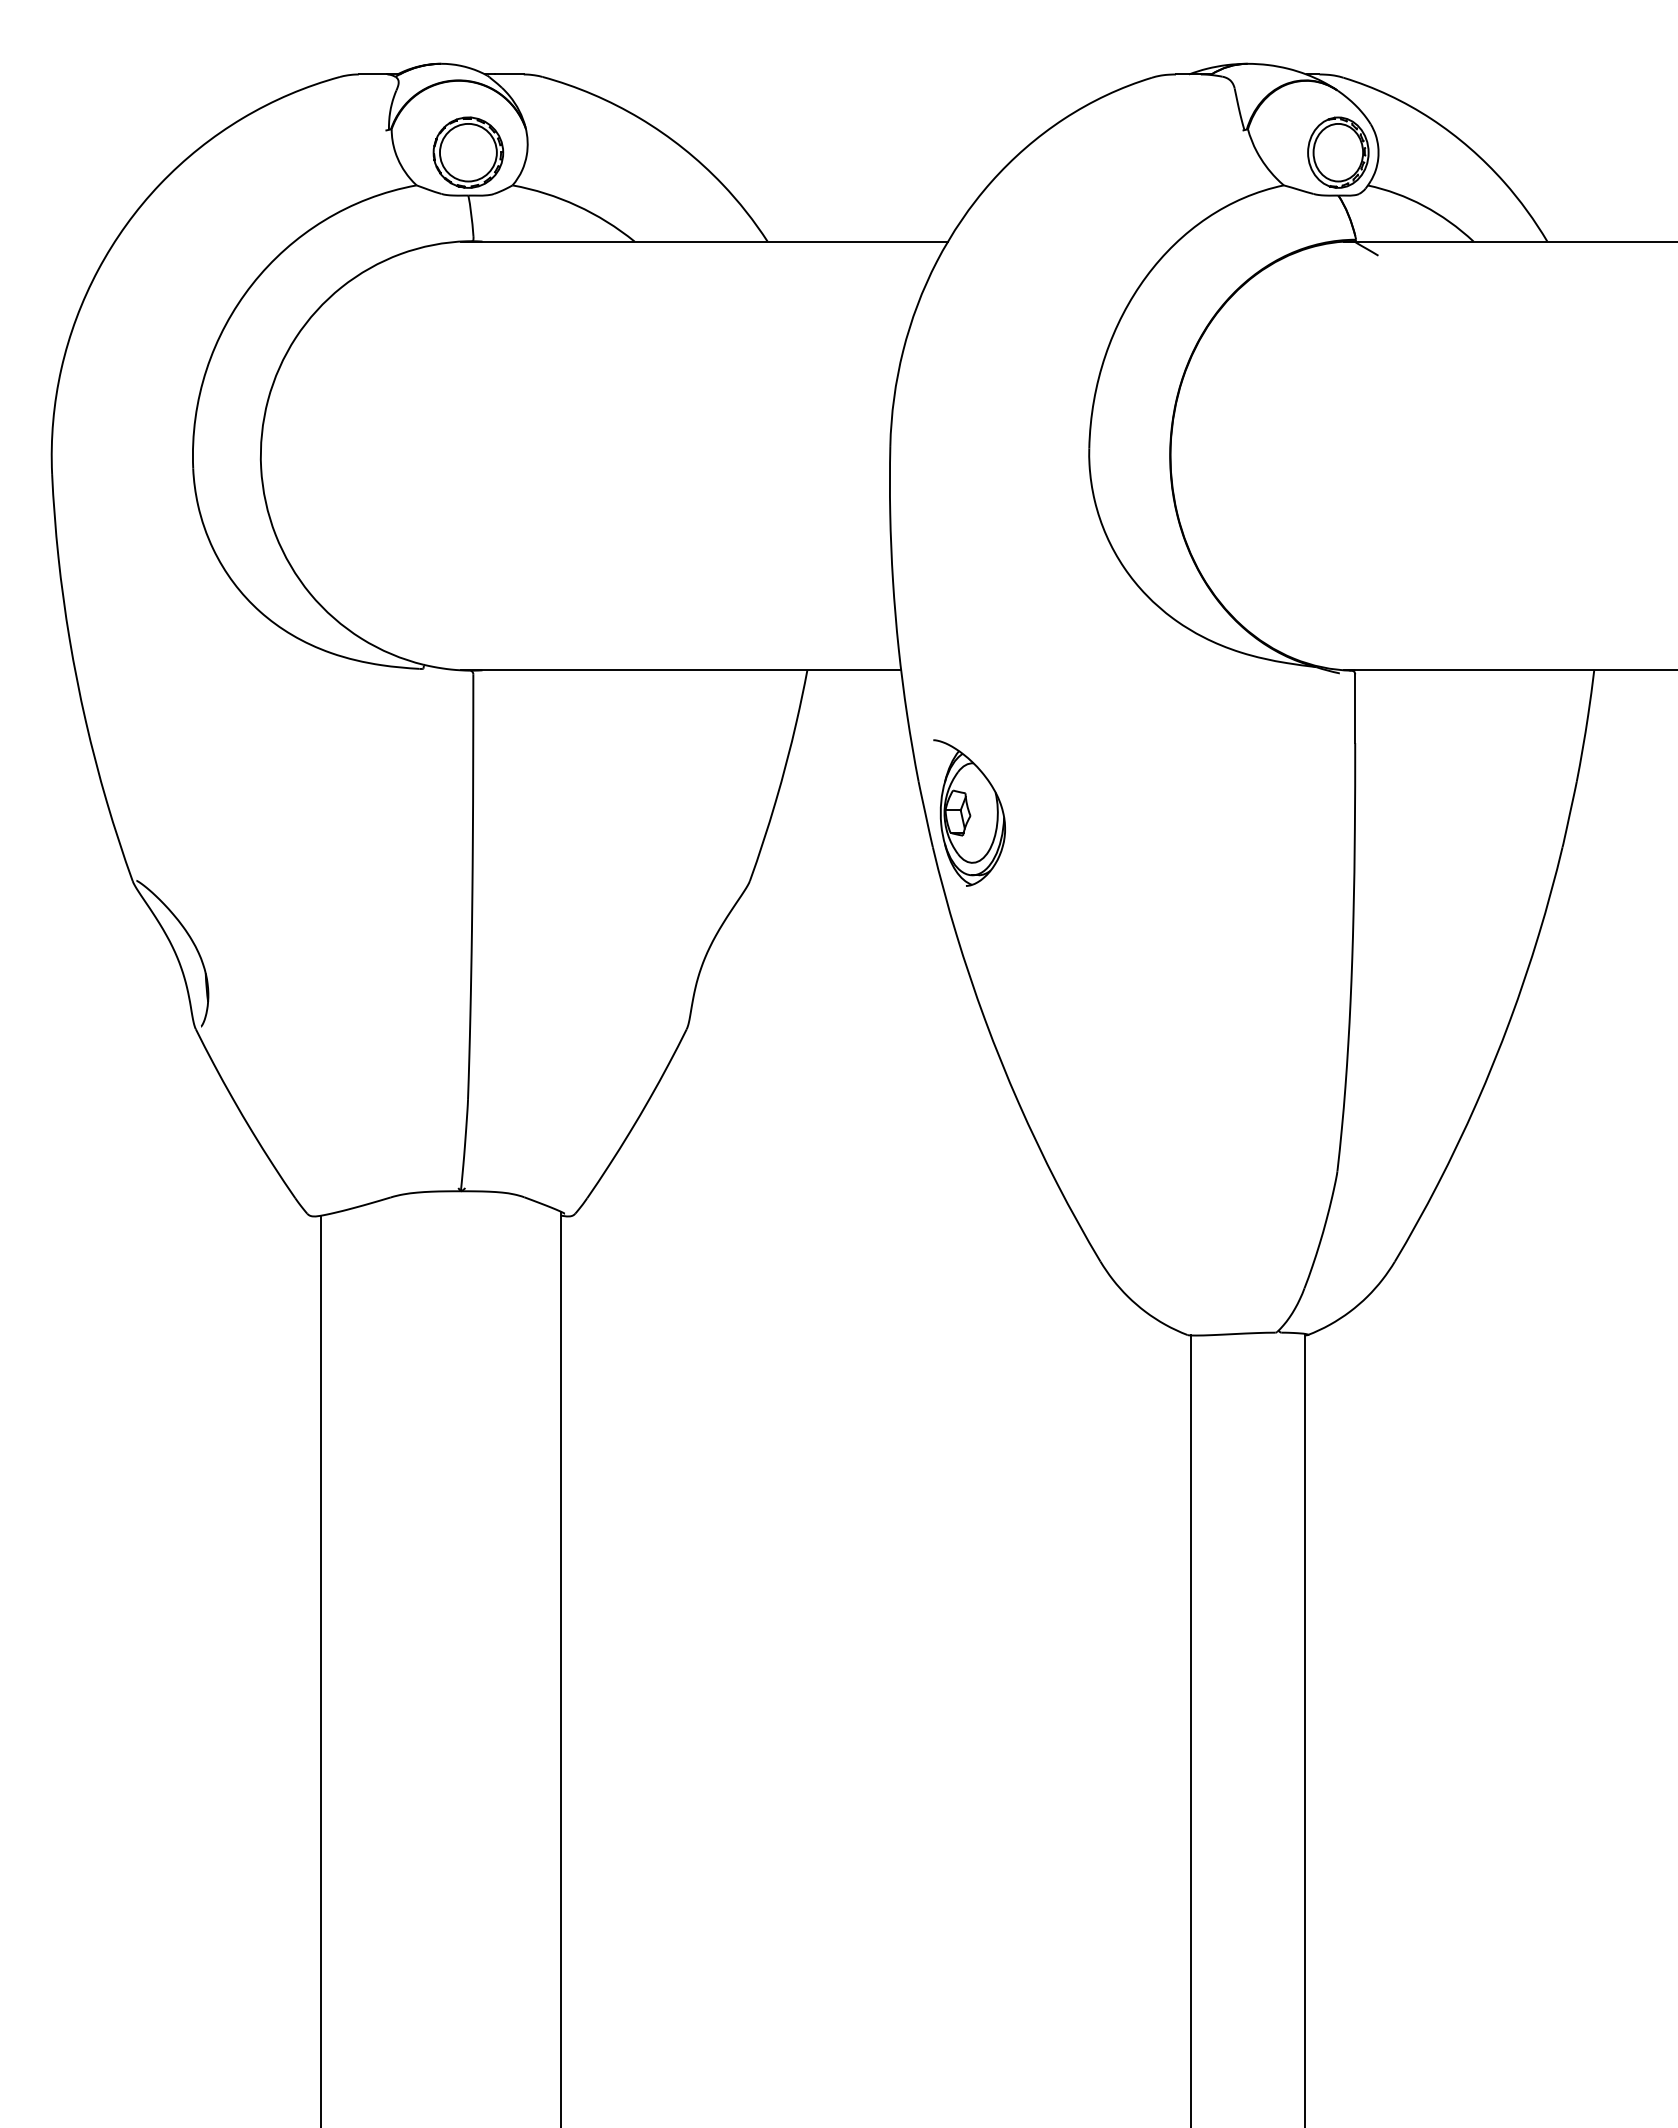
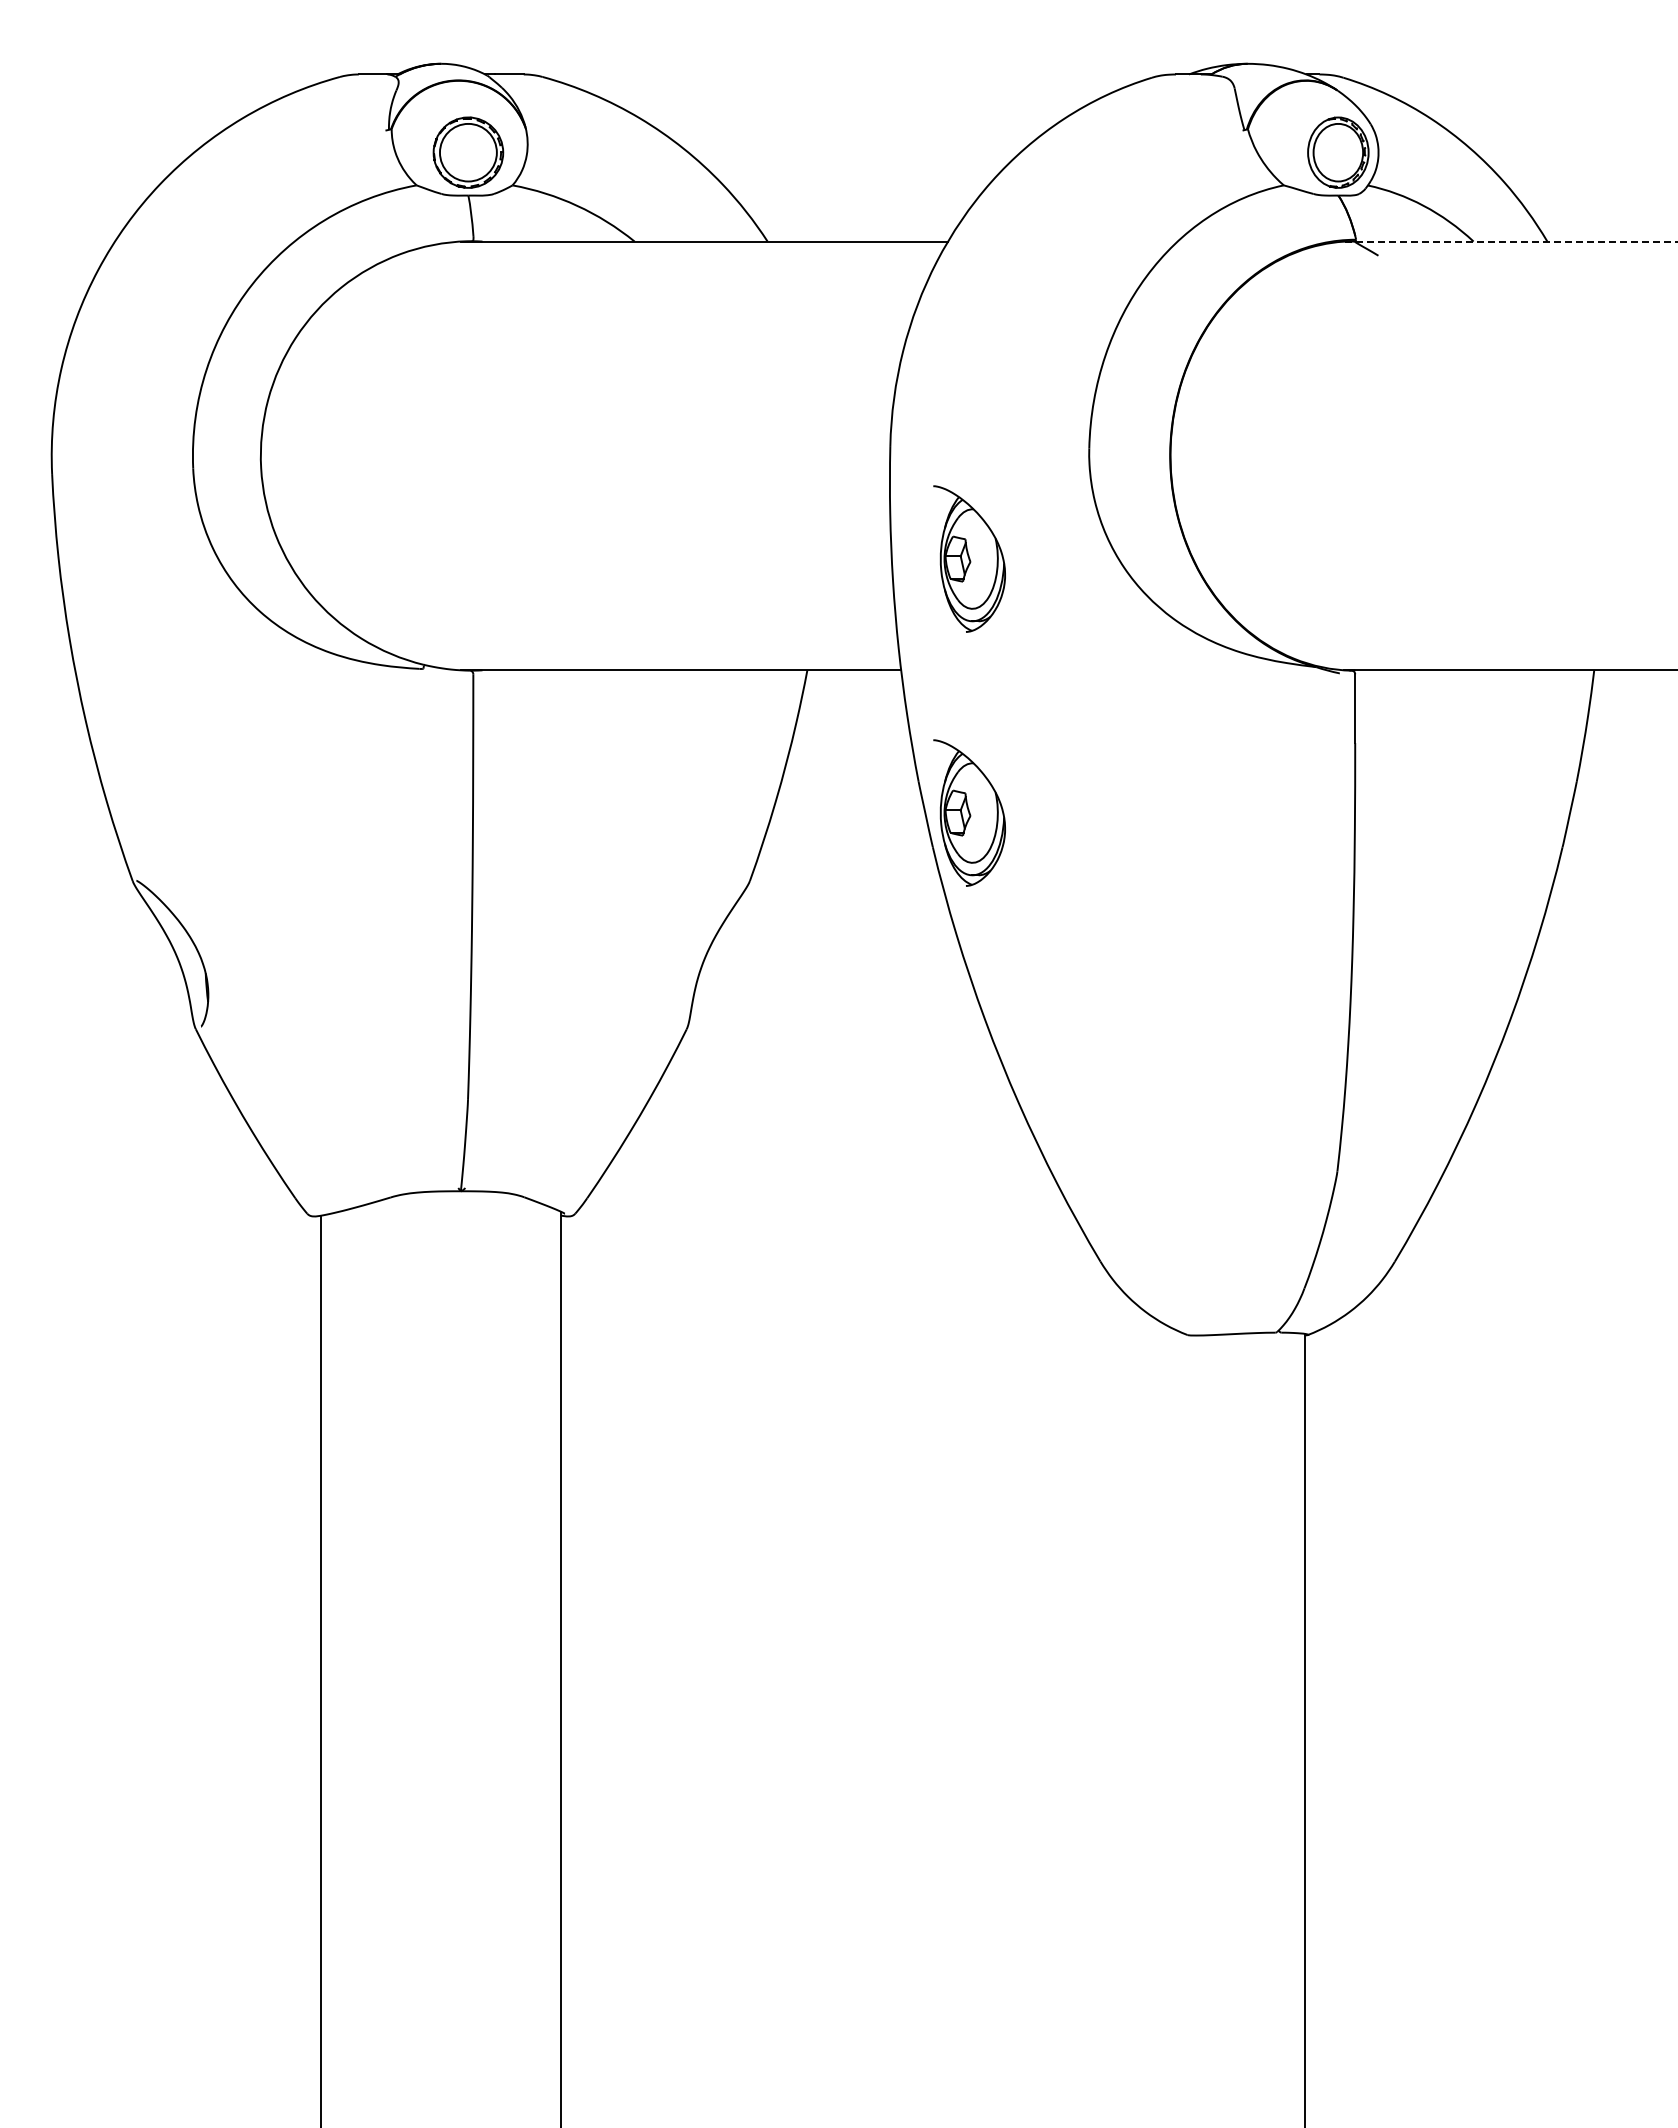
line at (1510, 241): solid -> dashed
part at (969, 558): none -> present
line at (1190, 1729): present -> none
